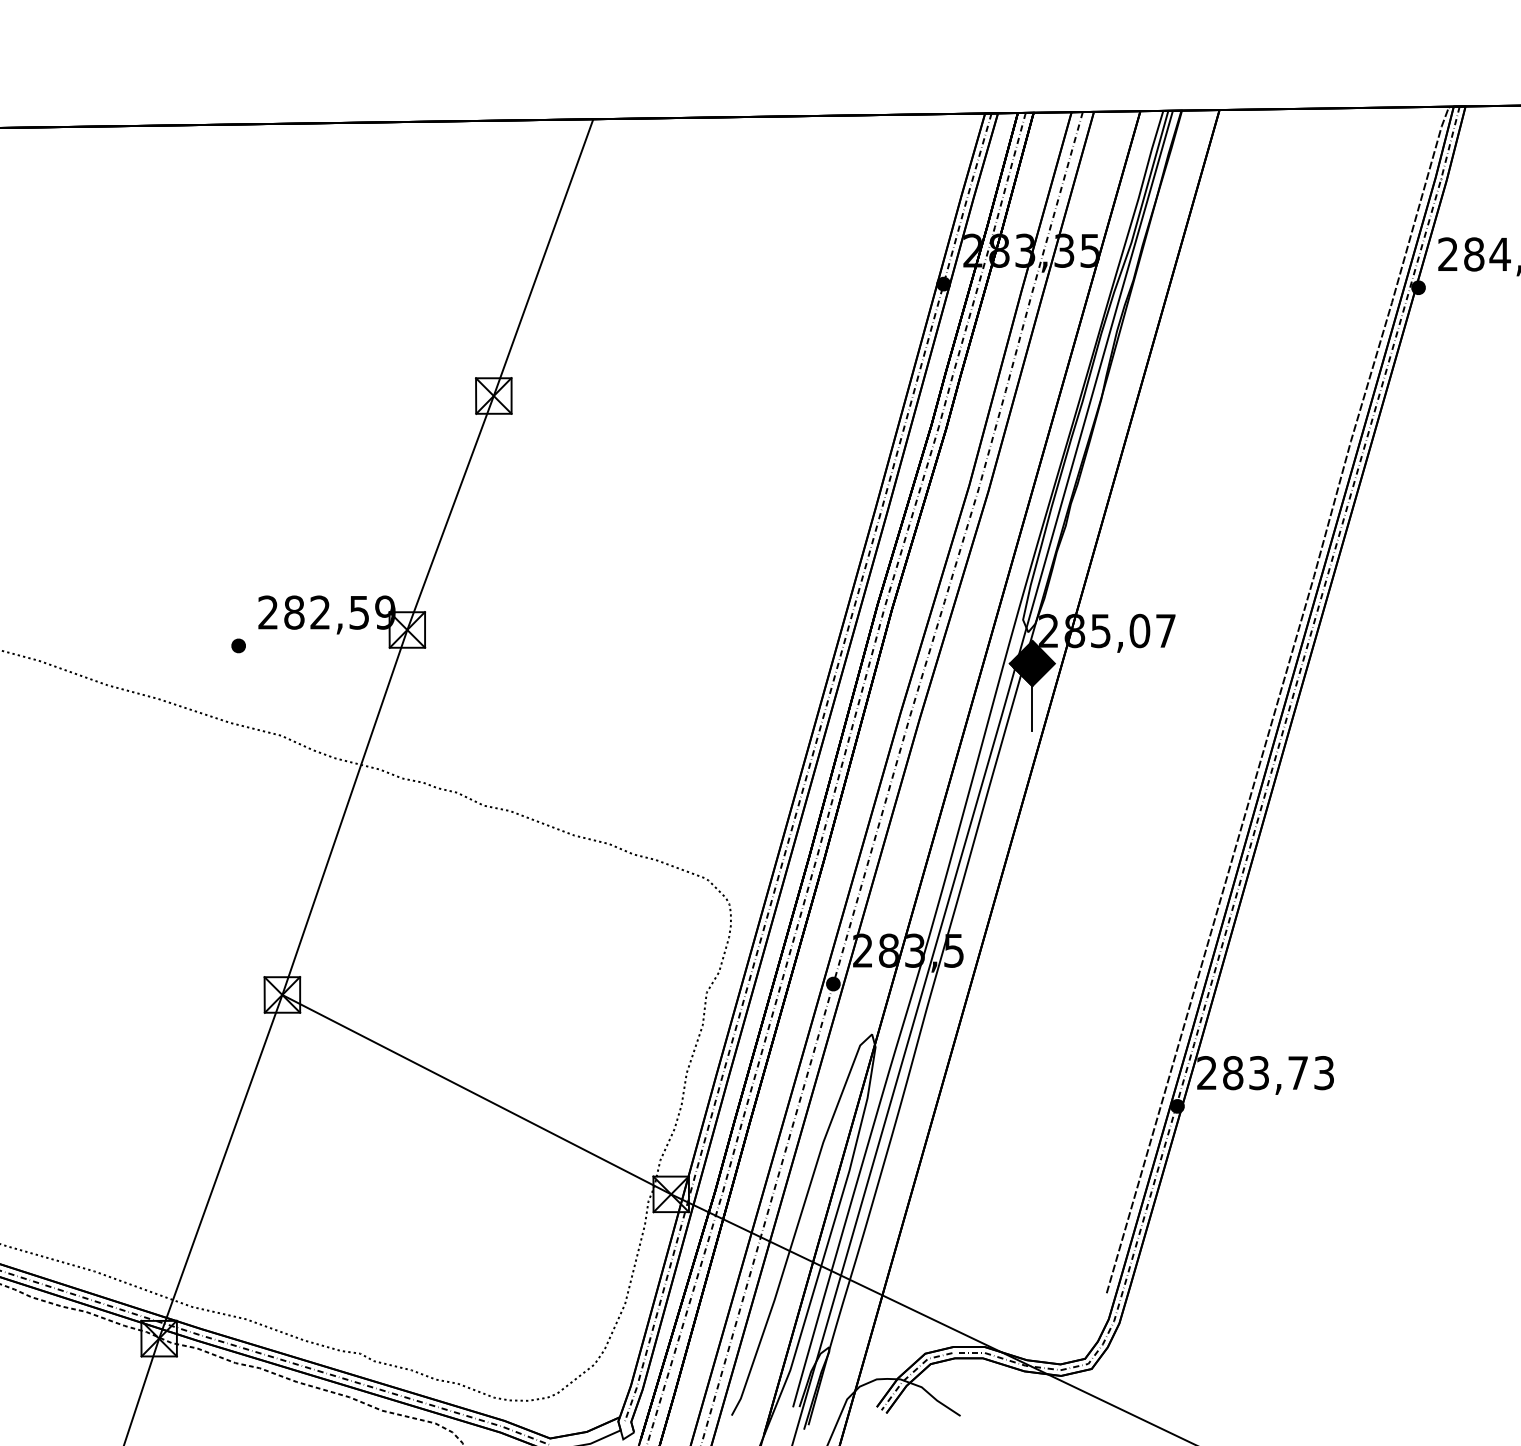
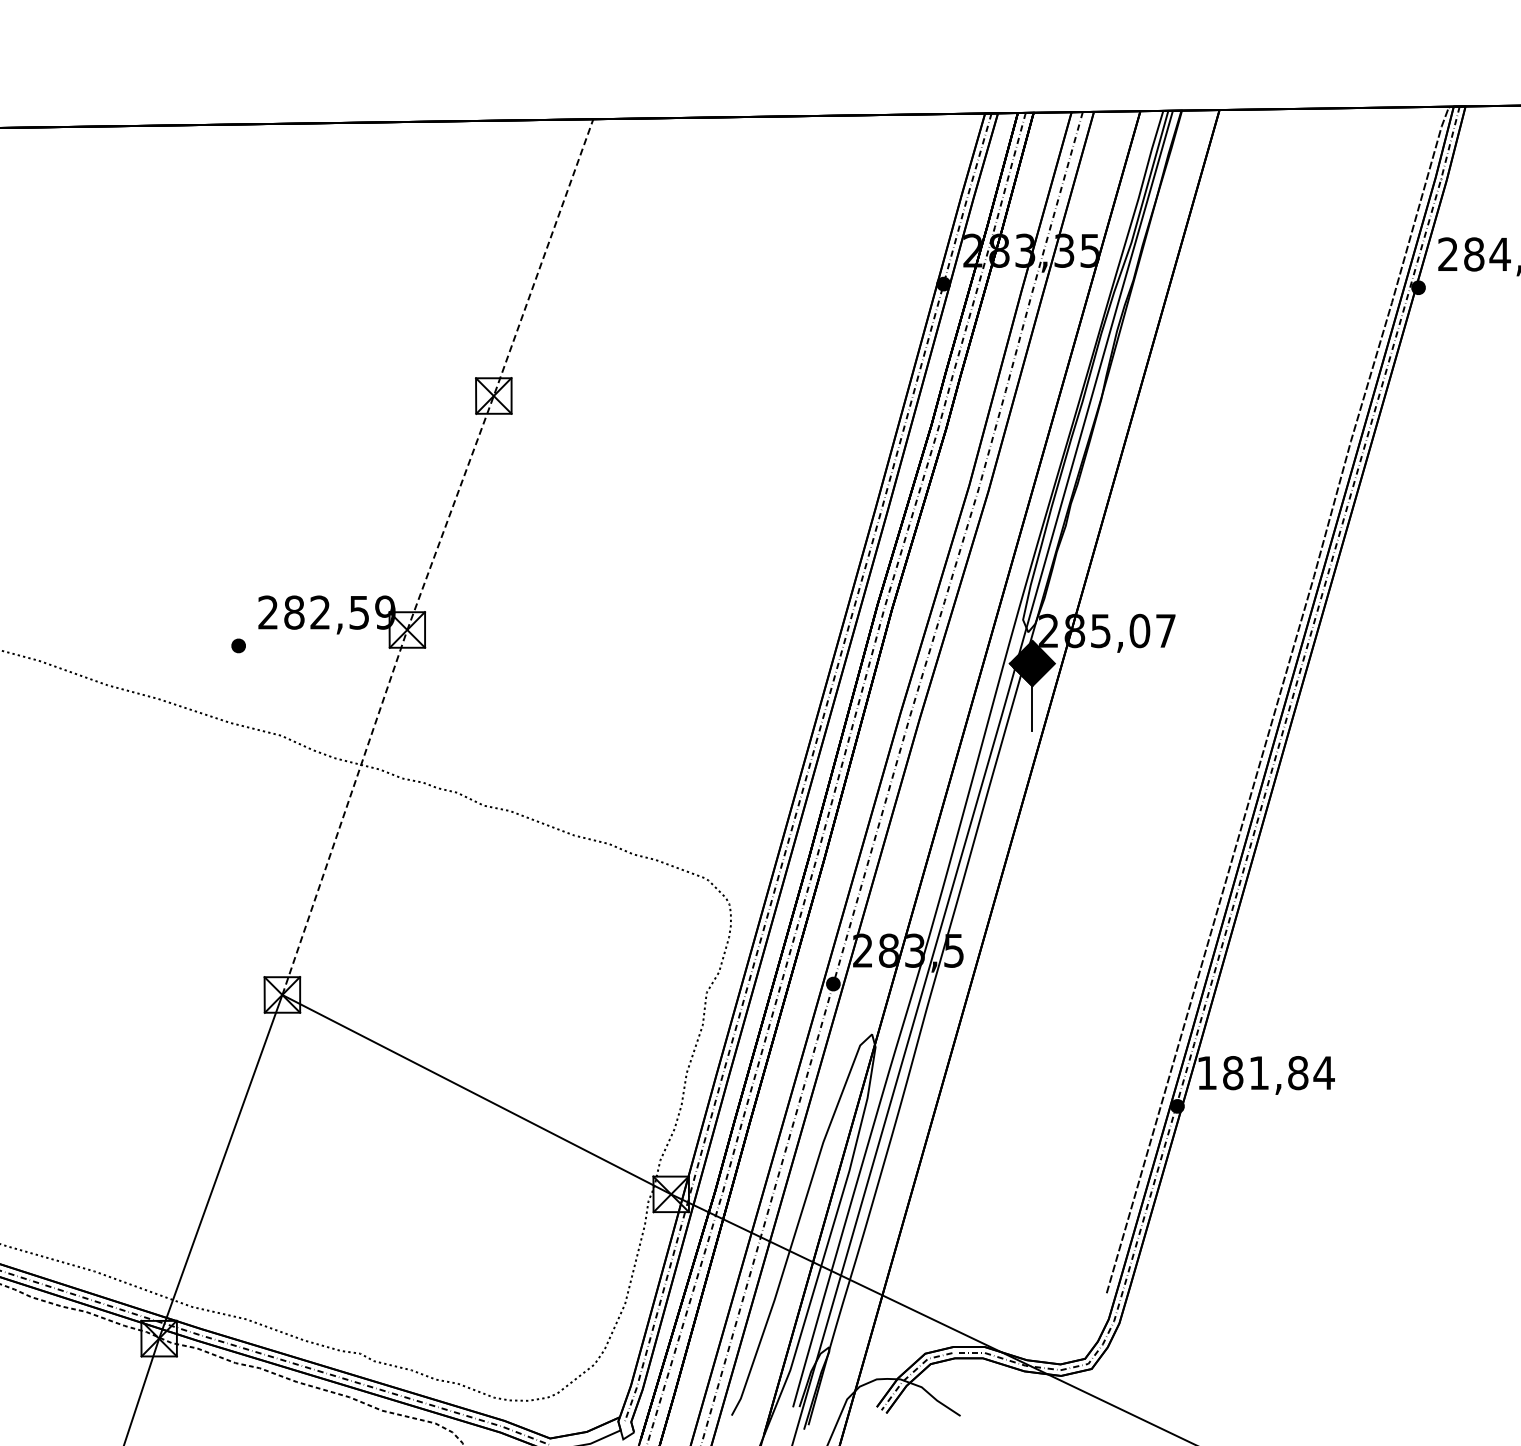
line at (435, 555): solid -> dashed
text at (1265, 1073): 283,73 -> 181,84
